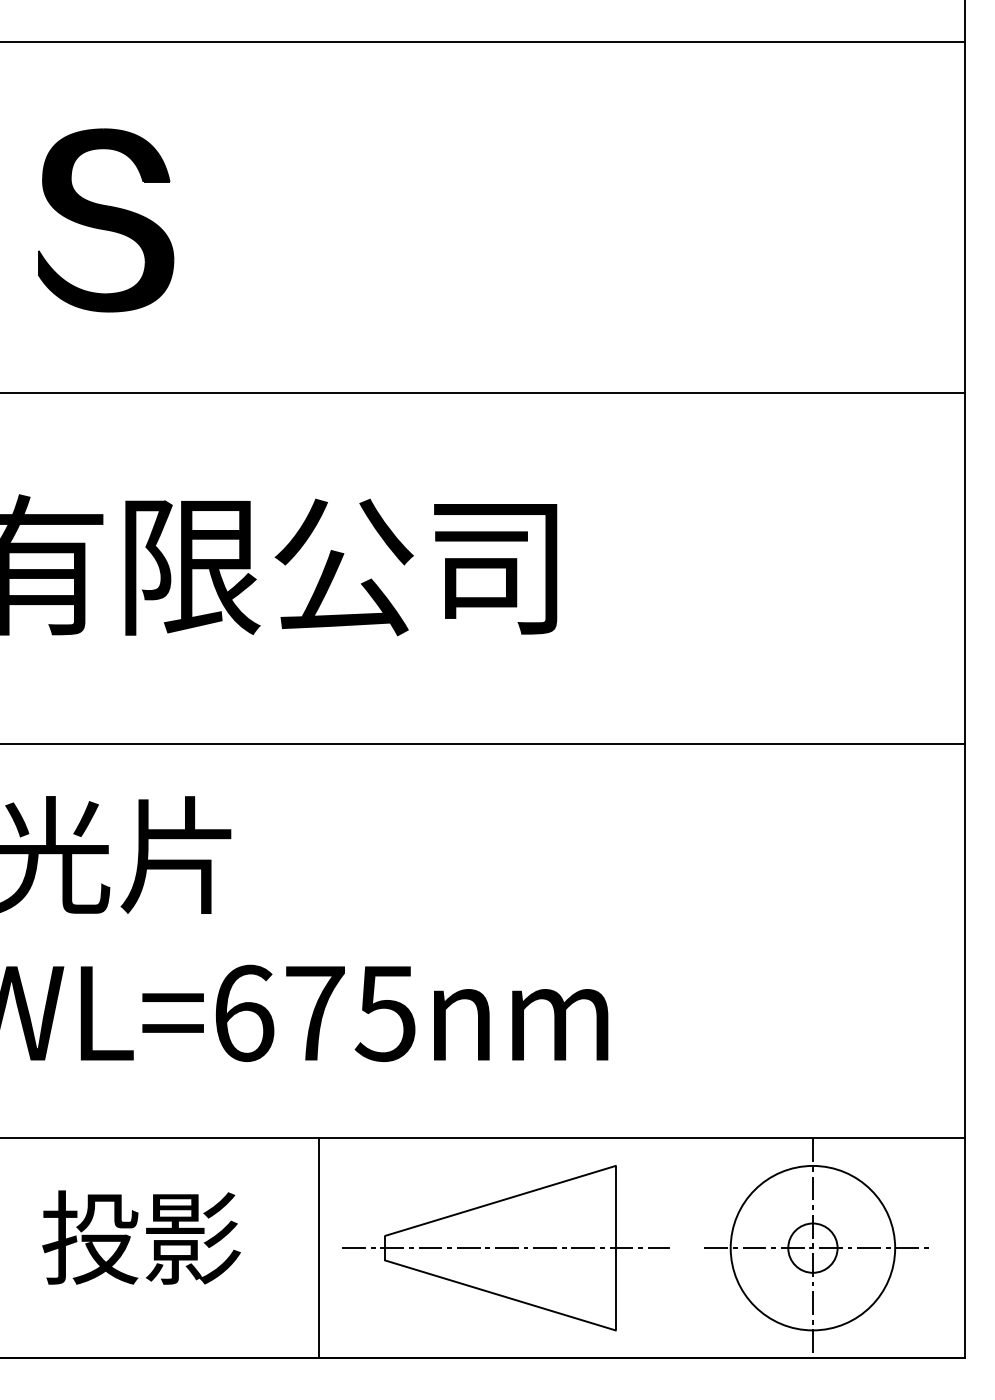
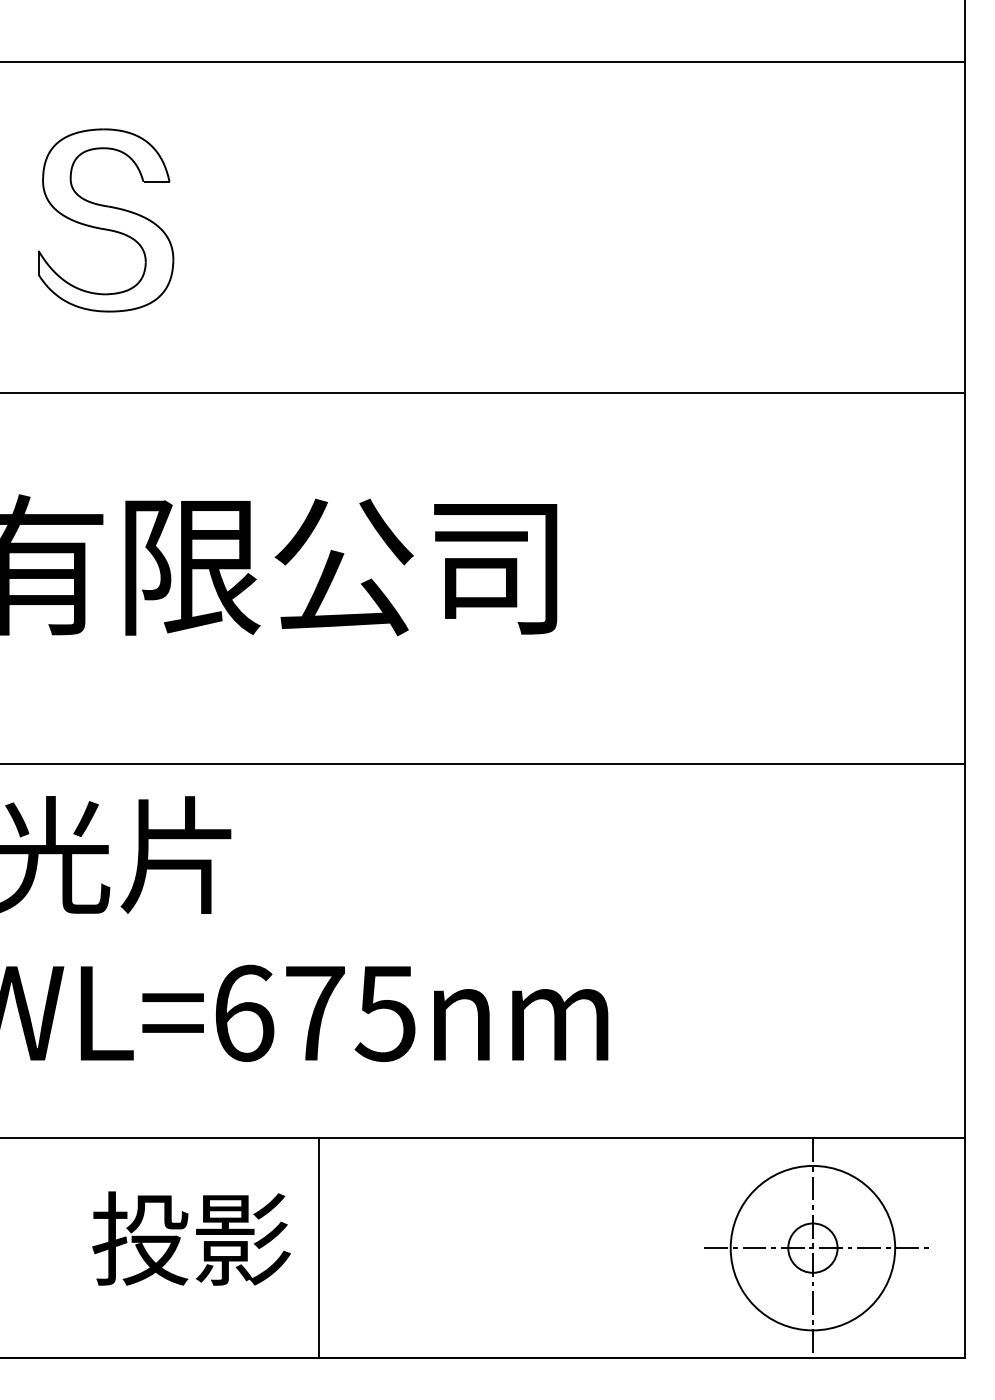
line at (483, 42) position: (483, 42) -> (483, 62)
fill at (105, 220): present -> none
line at (483, 743) position: (483, 743) -> (483, 763)
text at (141, 1237) position: (141, 1237) -> (191, 1238)
part at (505, 1248): present -> none
